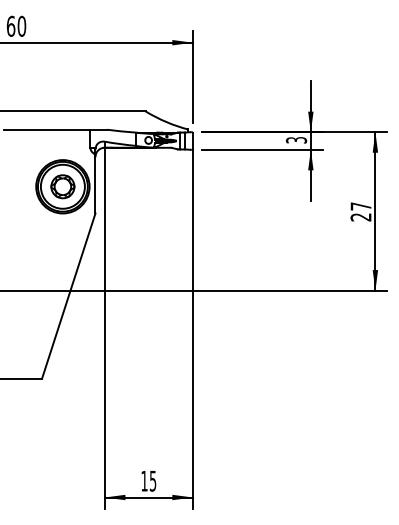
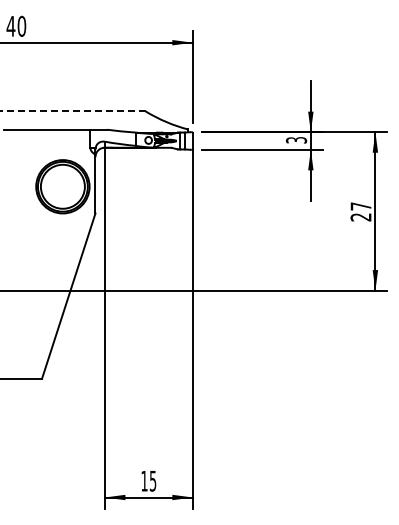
text at (10, 25): 60 -> 40
line at (72, 111): solid -> dashed
part at (62, 186): present -> none
